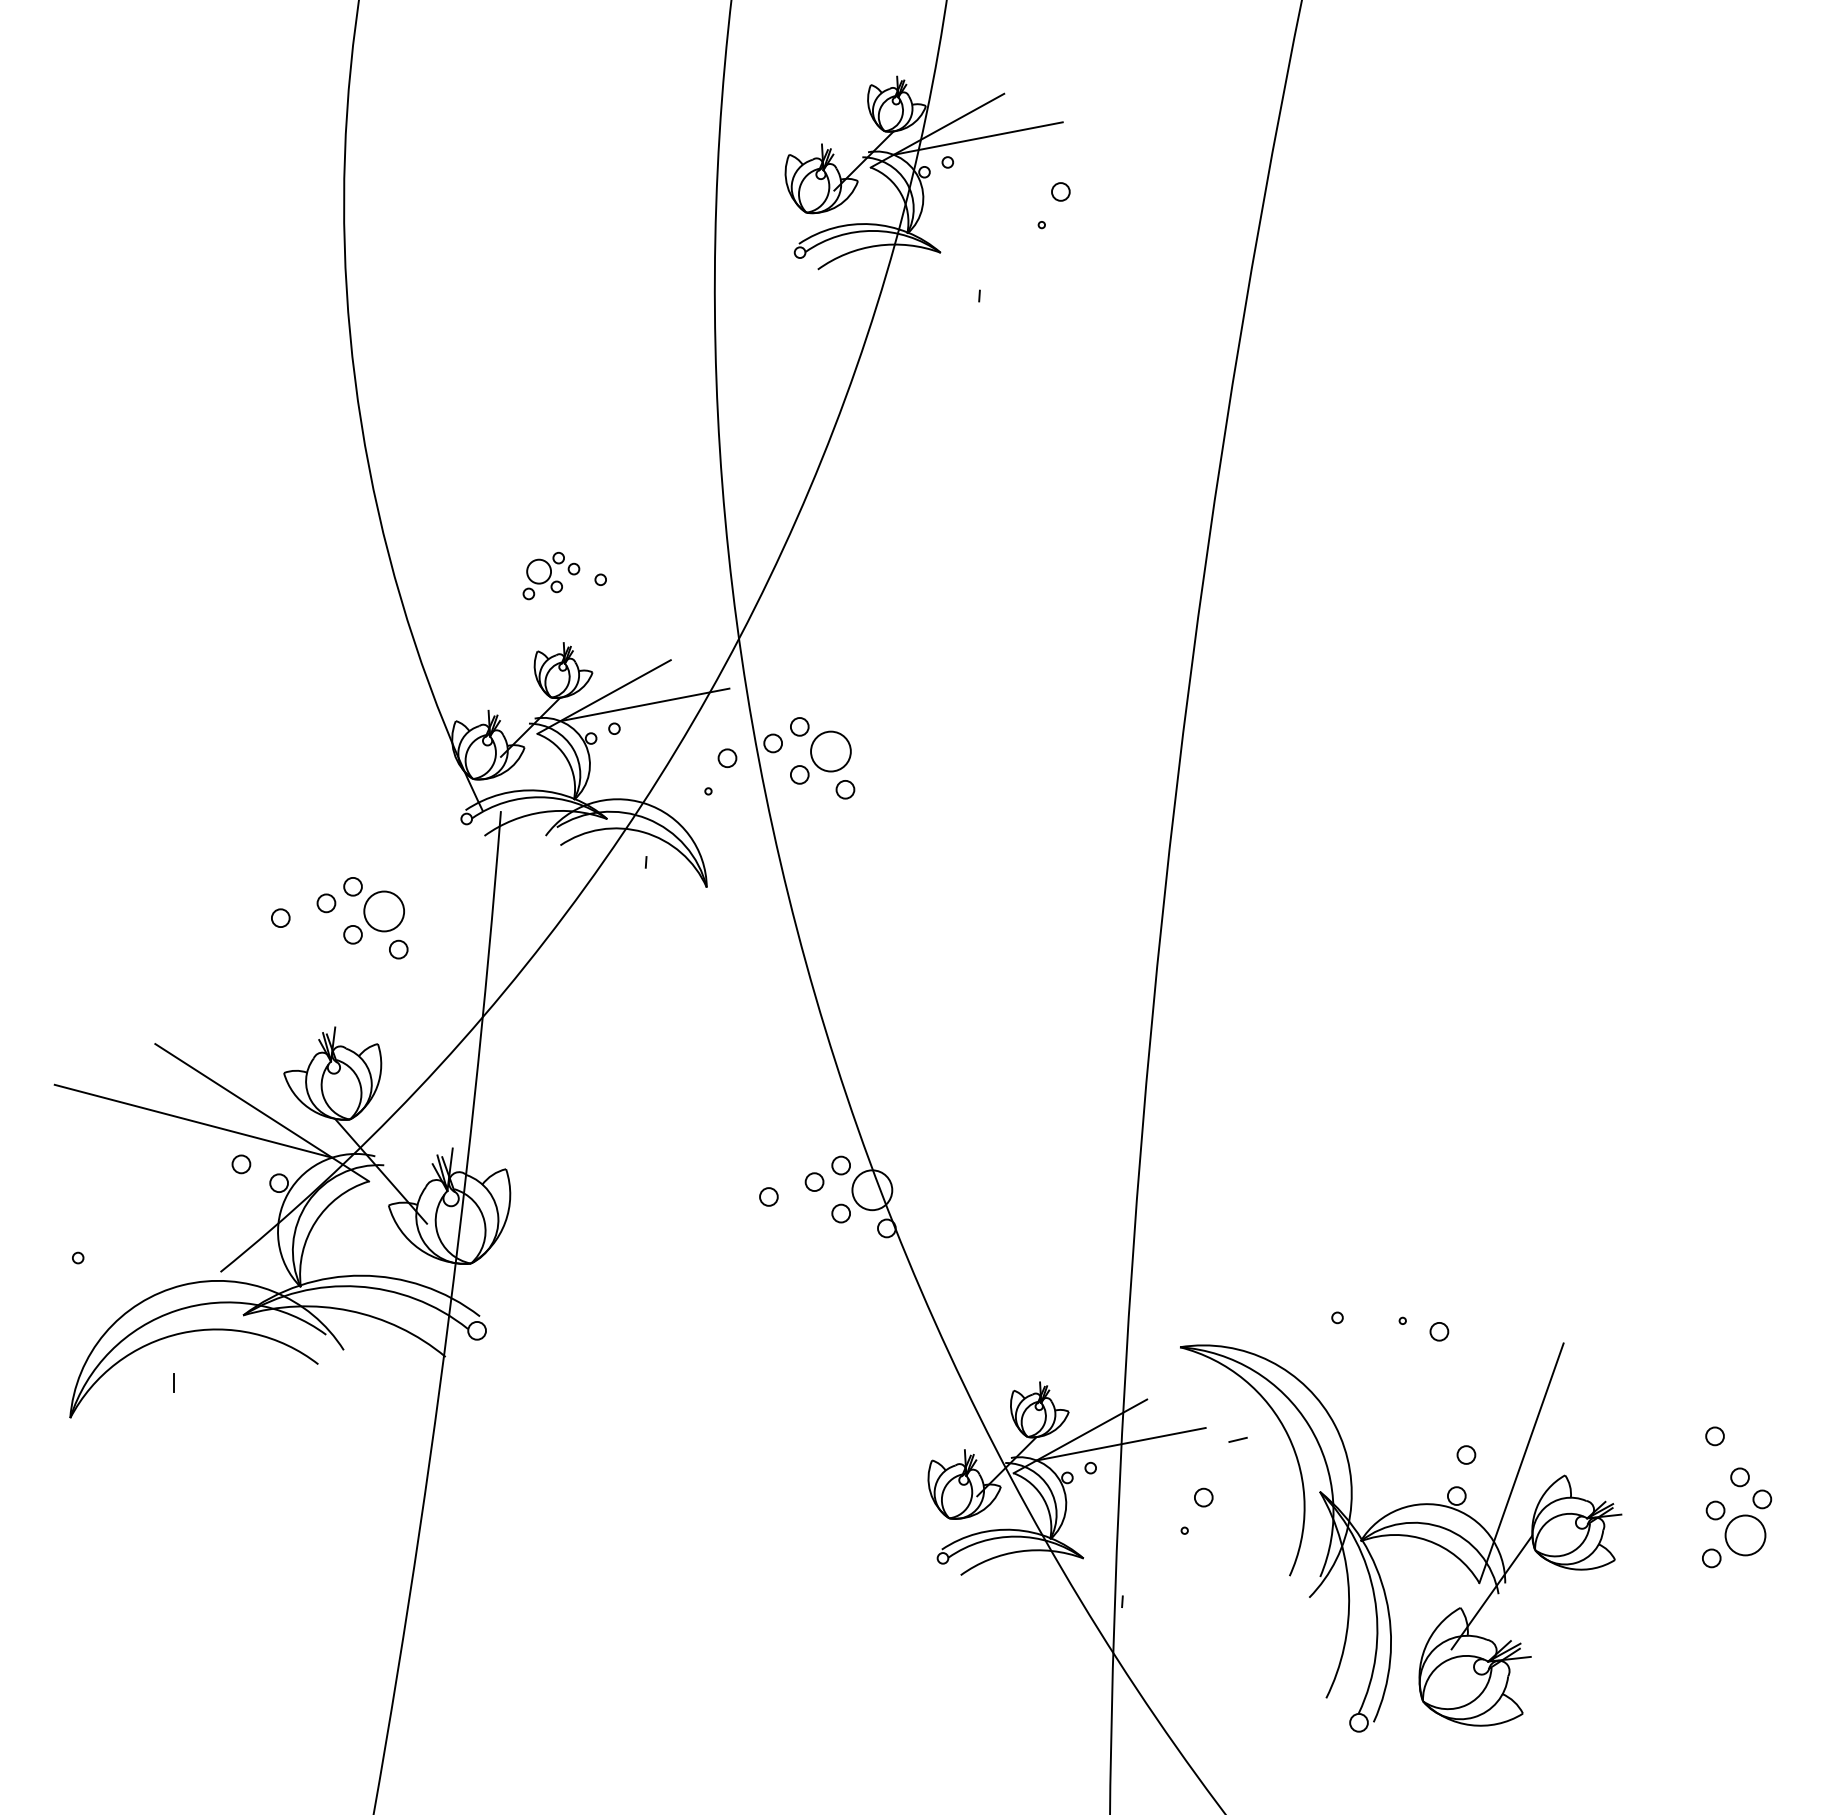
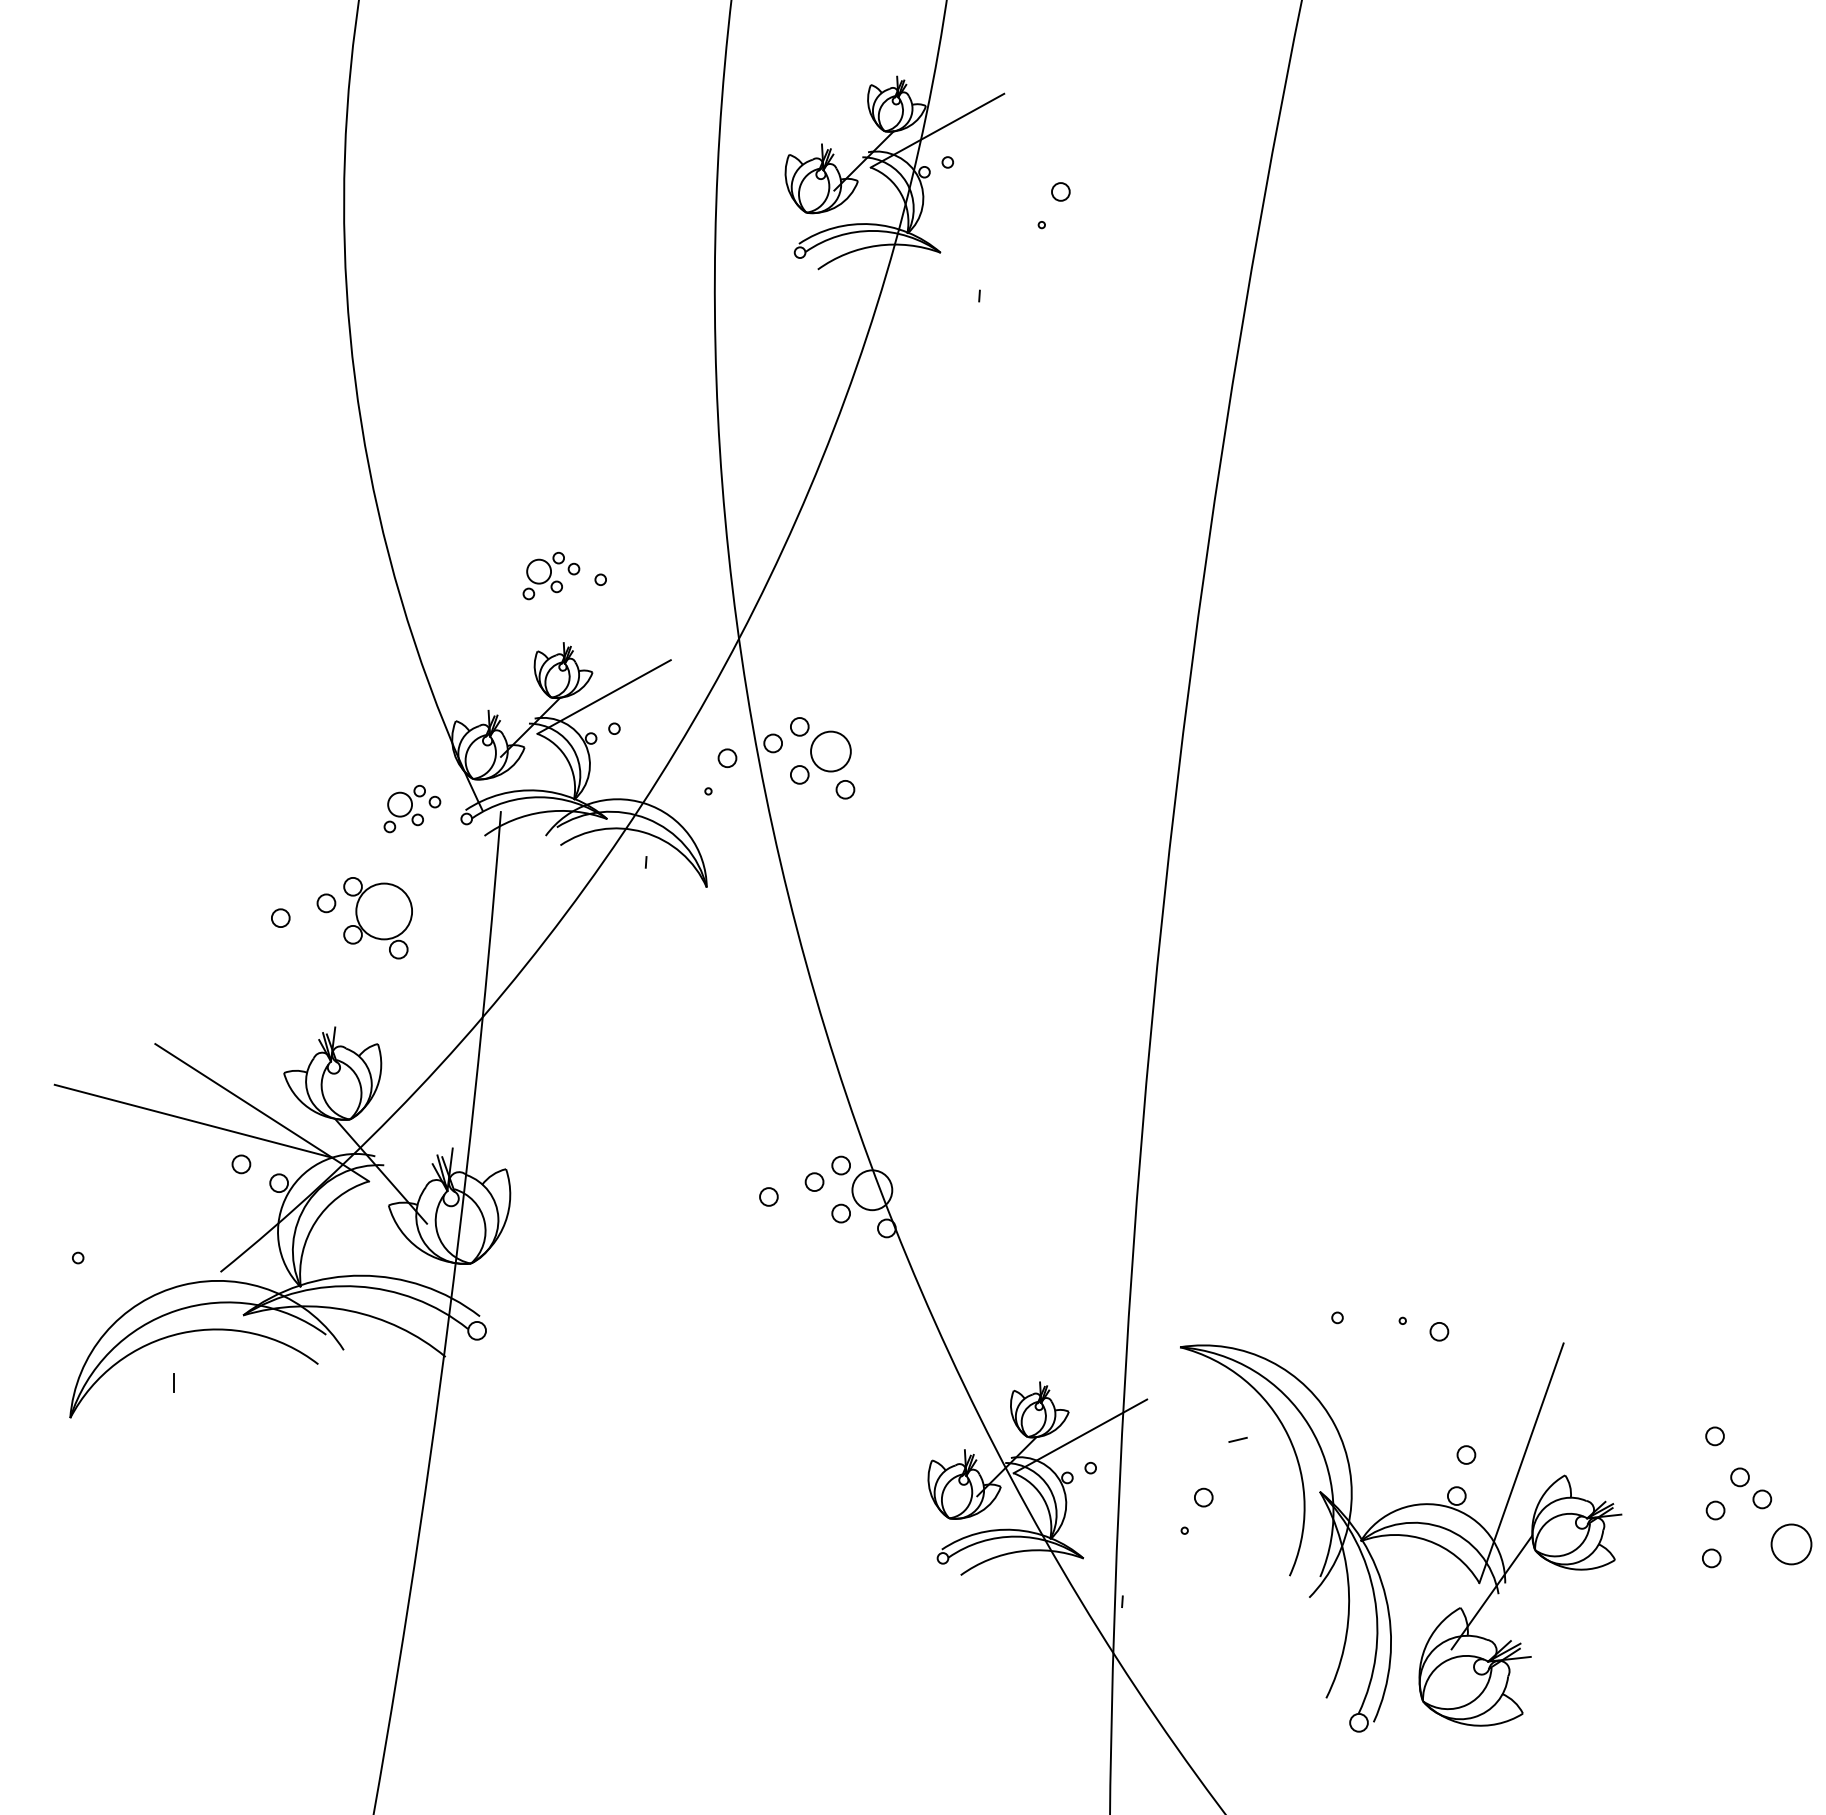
line at (977, 138): present -> none
line at (644, 704): present -> none
part at (412, 808): none -> present
circle at (384, 911) diameter: 40 px -> 56 px
line at (1120, 1443): present -> none
circle at (1745, 1535) position: (1745, 1535) -> (1791, 1544)
